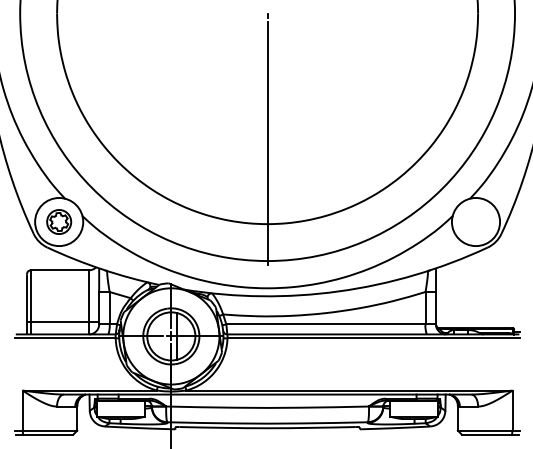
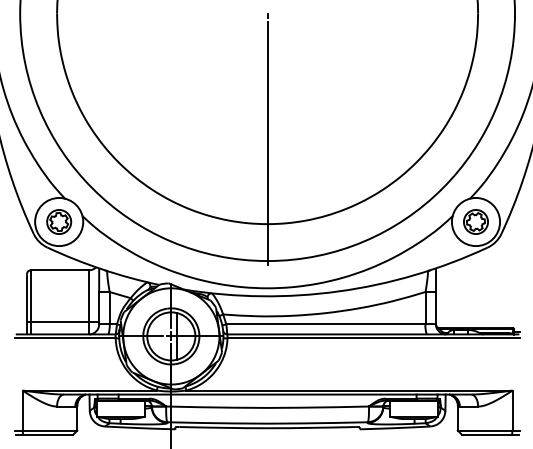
part at (475, 221): none -> present
